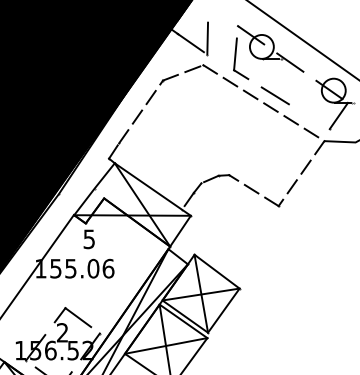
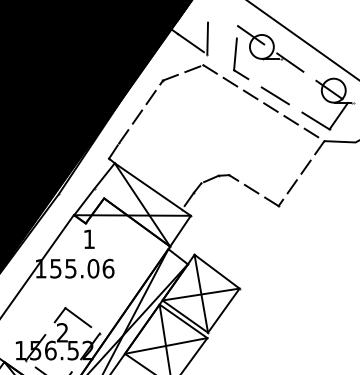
line at (315, 120): none -> present
text at (88, 239): 5 -> 1
